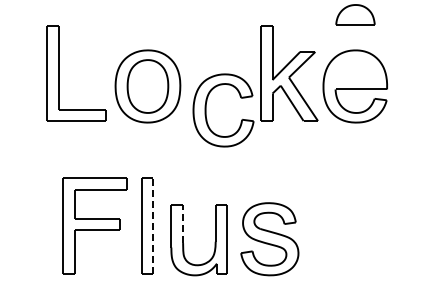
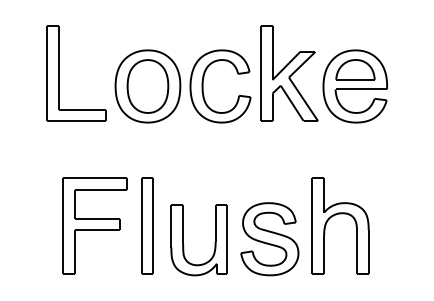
part at (355, 14) position: (355, 14) -> (355, 69)
part at (206, 110) position: (206, 110) -> (203, 86)
part at (336, 215): none -> present
line at (183, 223): dashed -> solid
line at (153, 226): dashed -> solid
